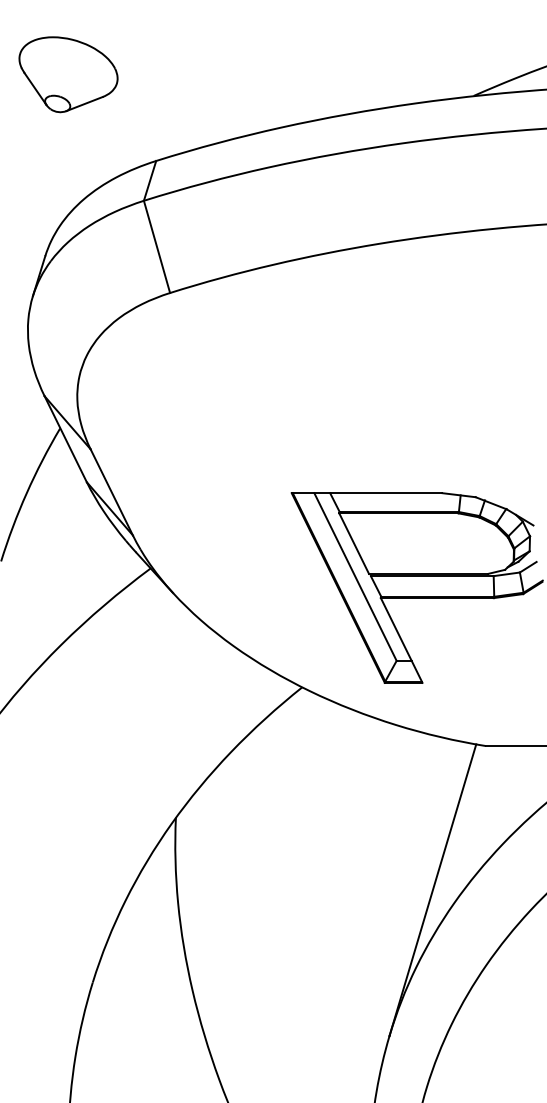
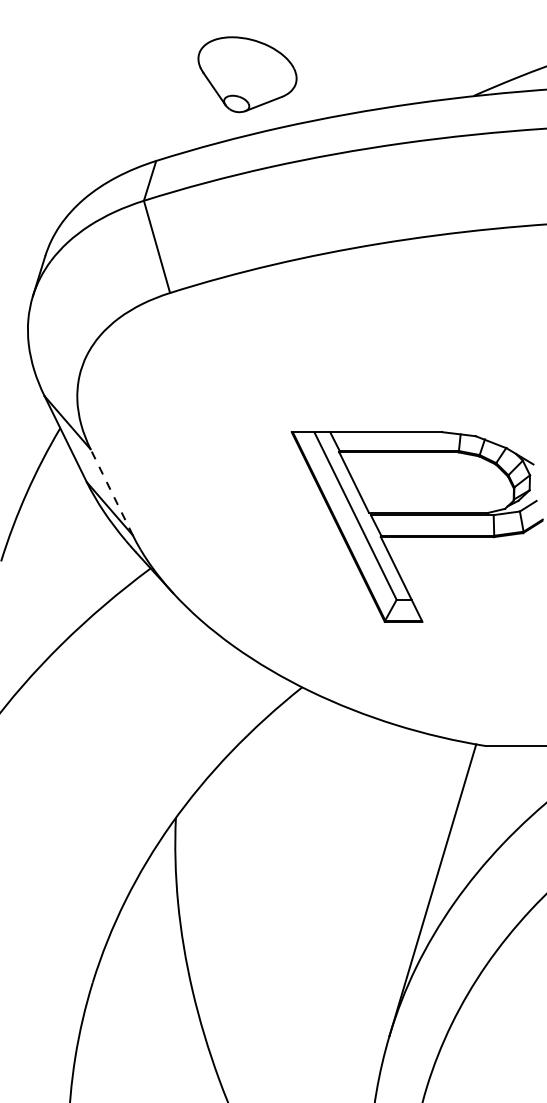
part at (68, 74) position: (68, 74) -> (247, 74)
line at (111, 492): solid -> dashed
part at (416, 587) position: (416, 587) -> (416, 526)
